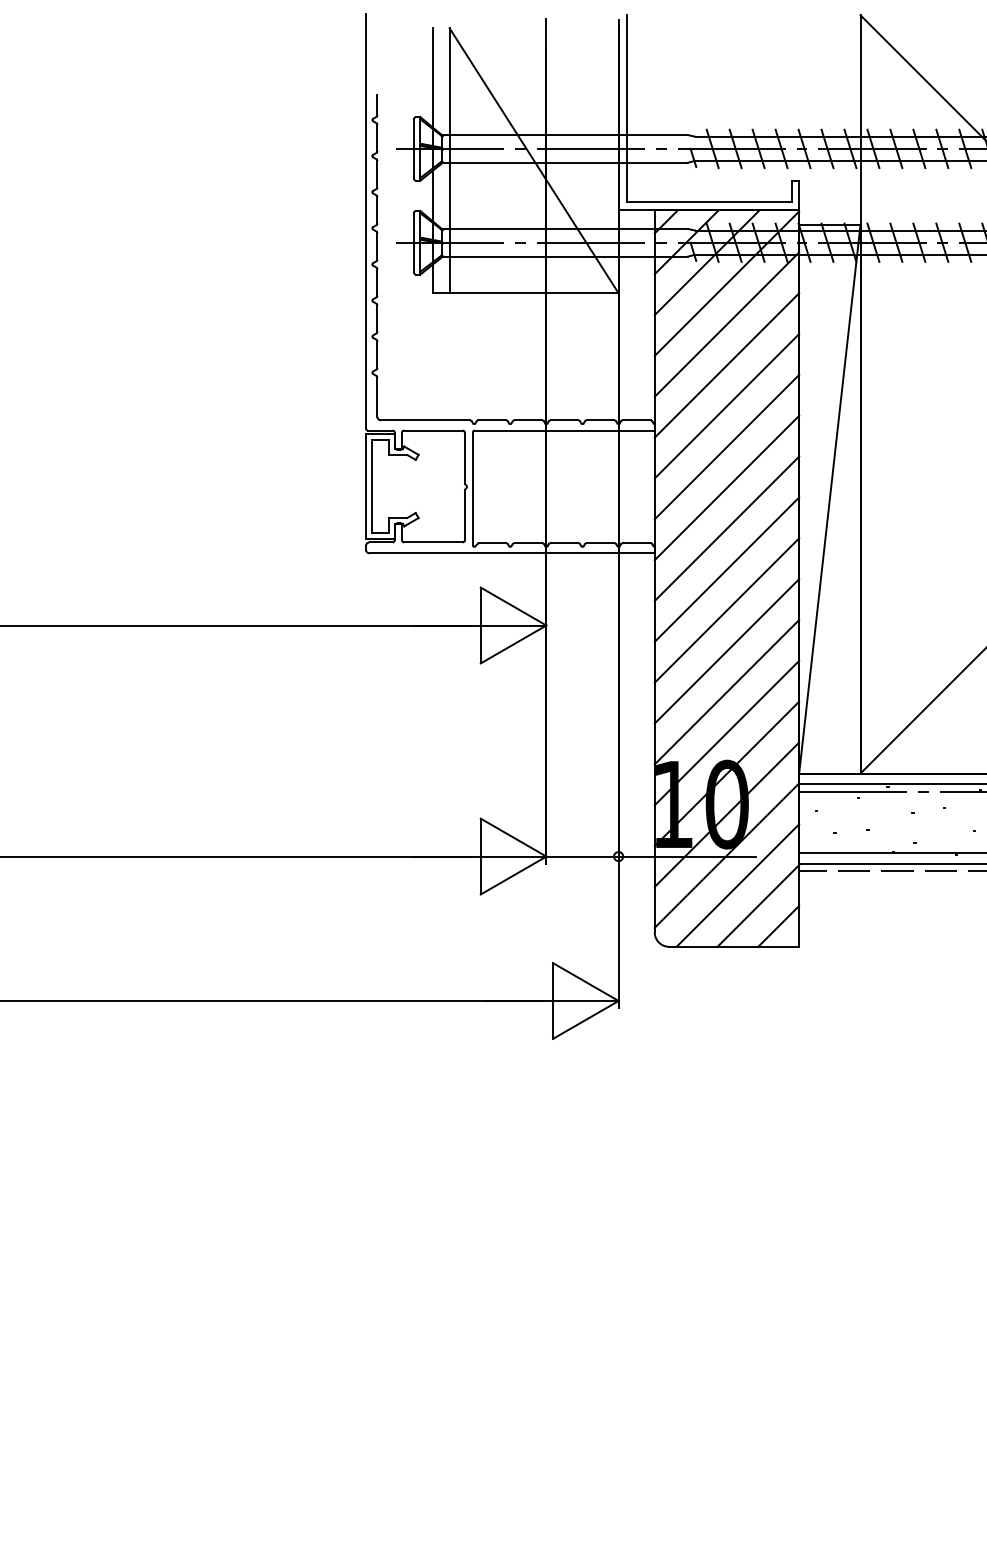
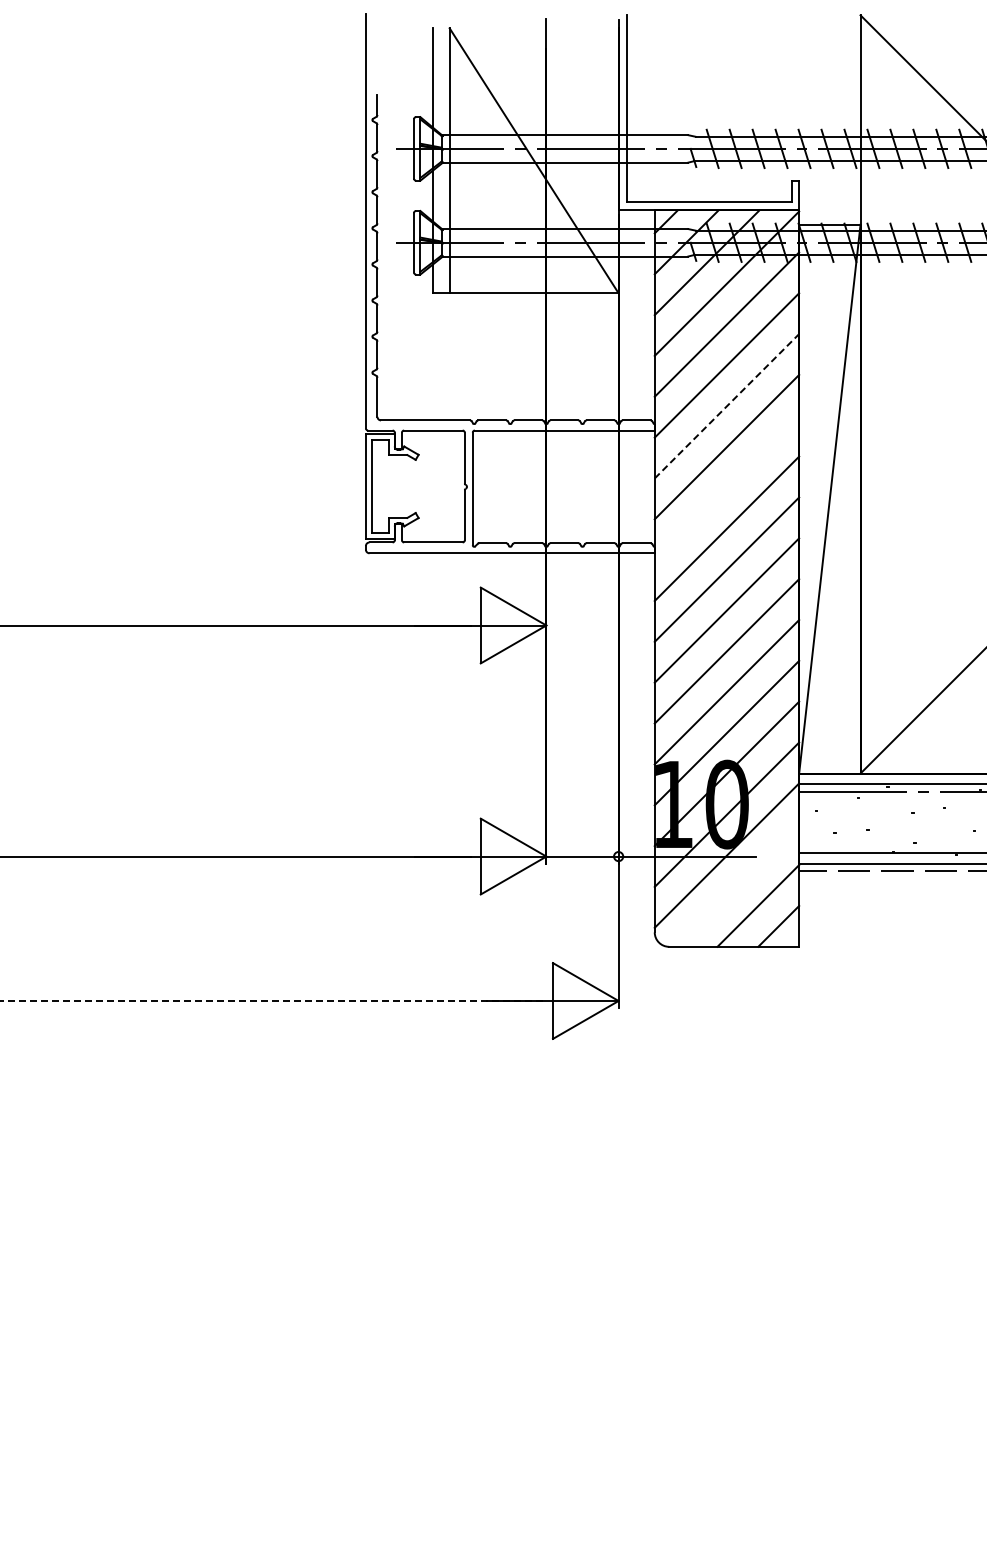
line at (727, 405): solid -> dashed
line at (726, 487): present -> none
line at (737, 885): present -> none
line at (271, 1001): solid -> dashed
